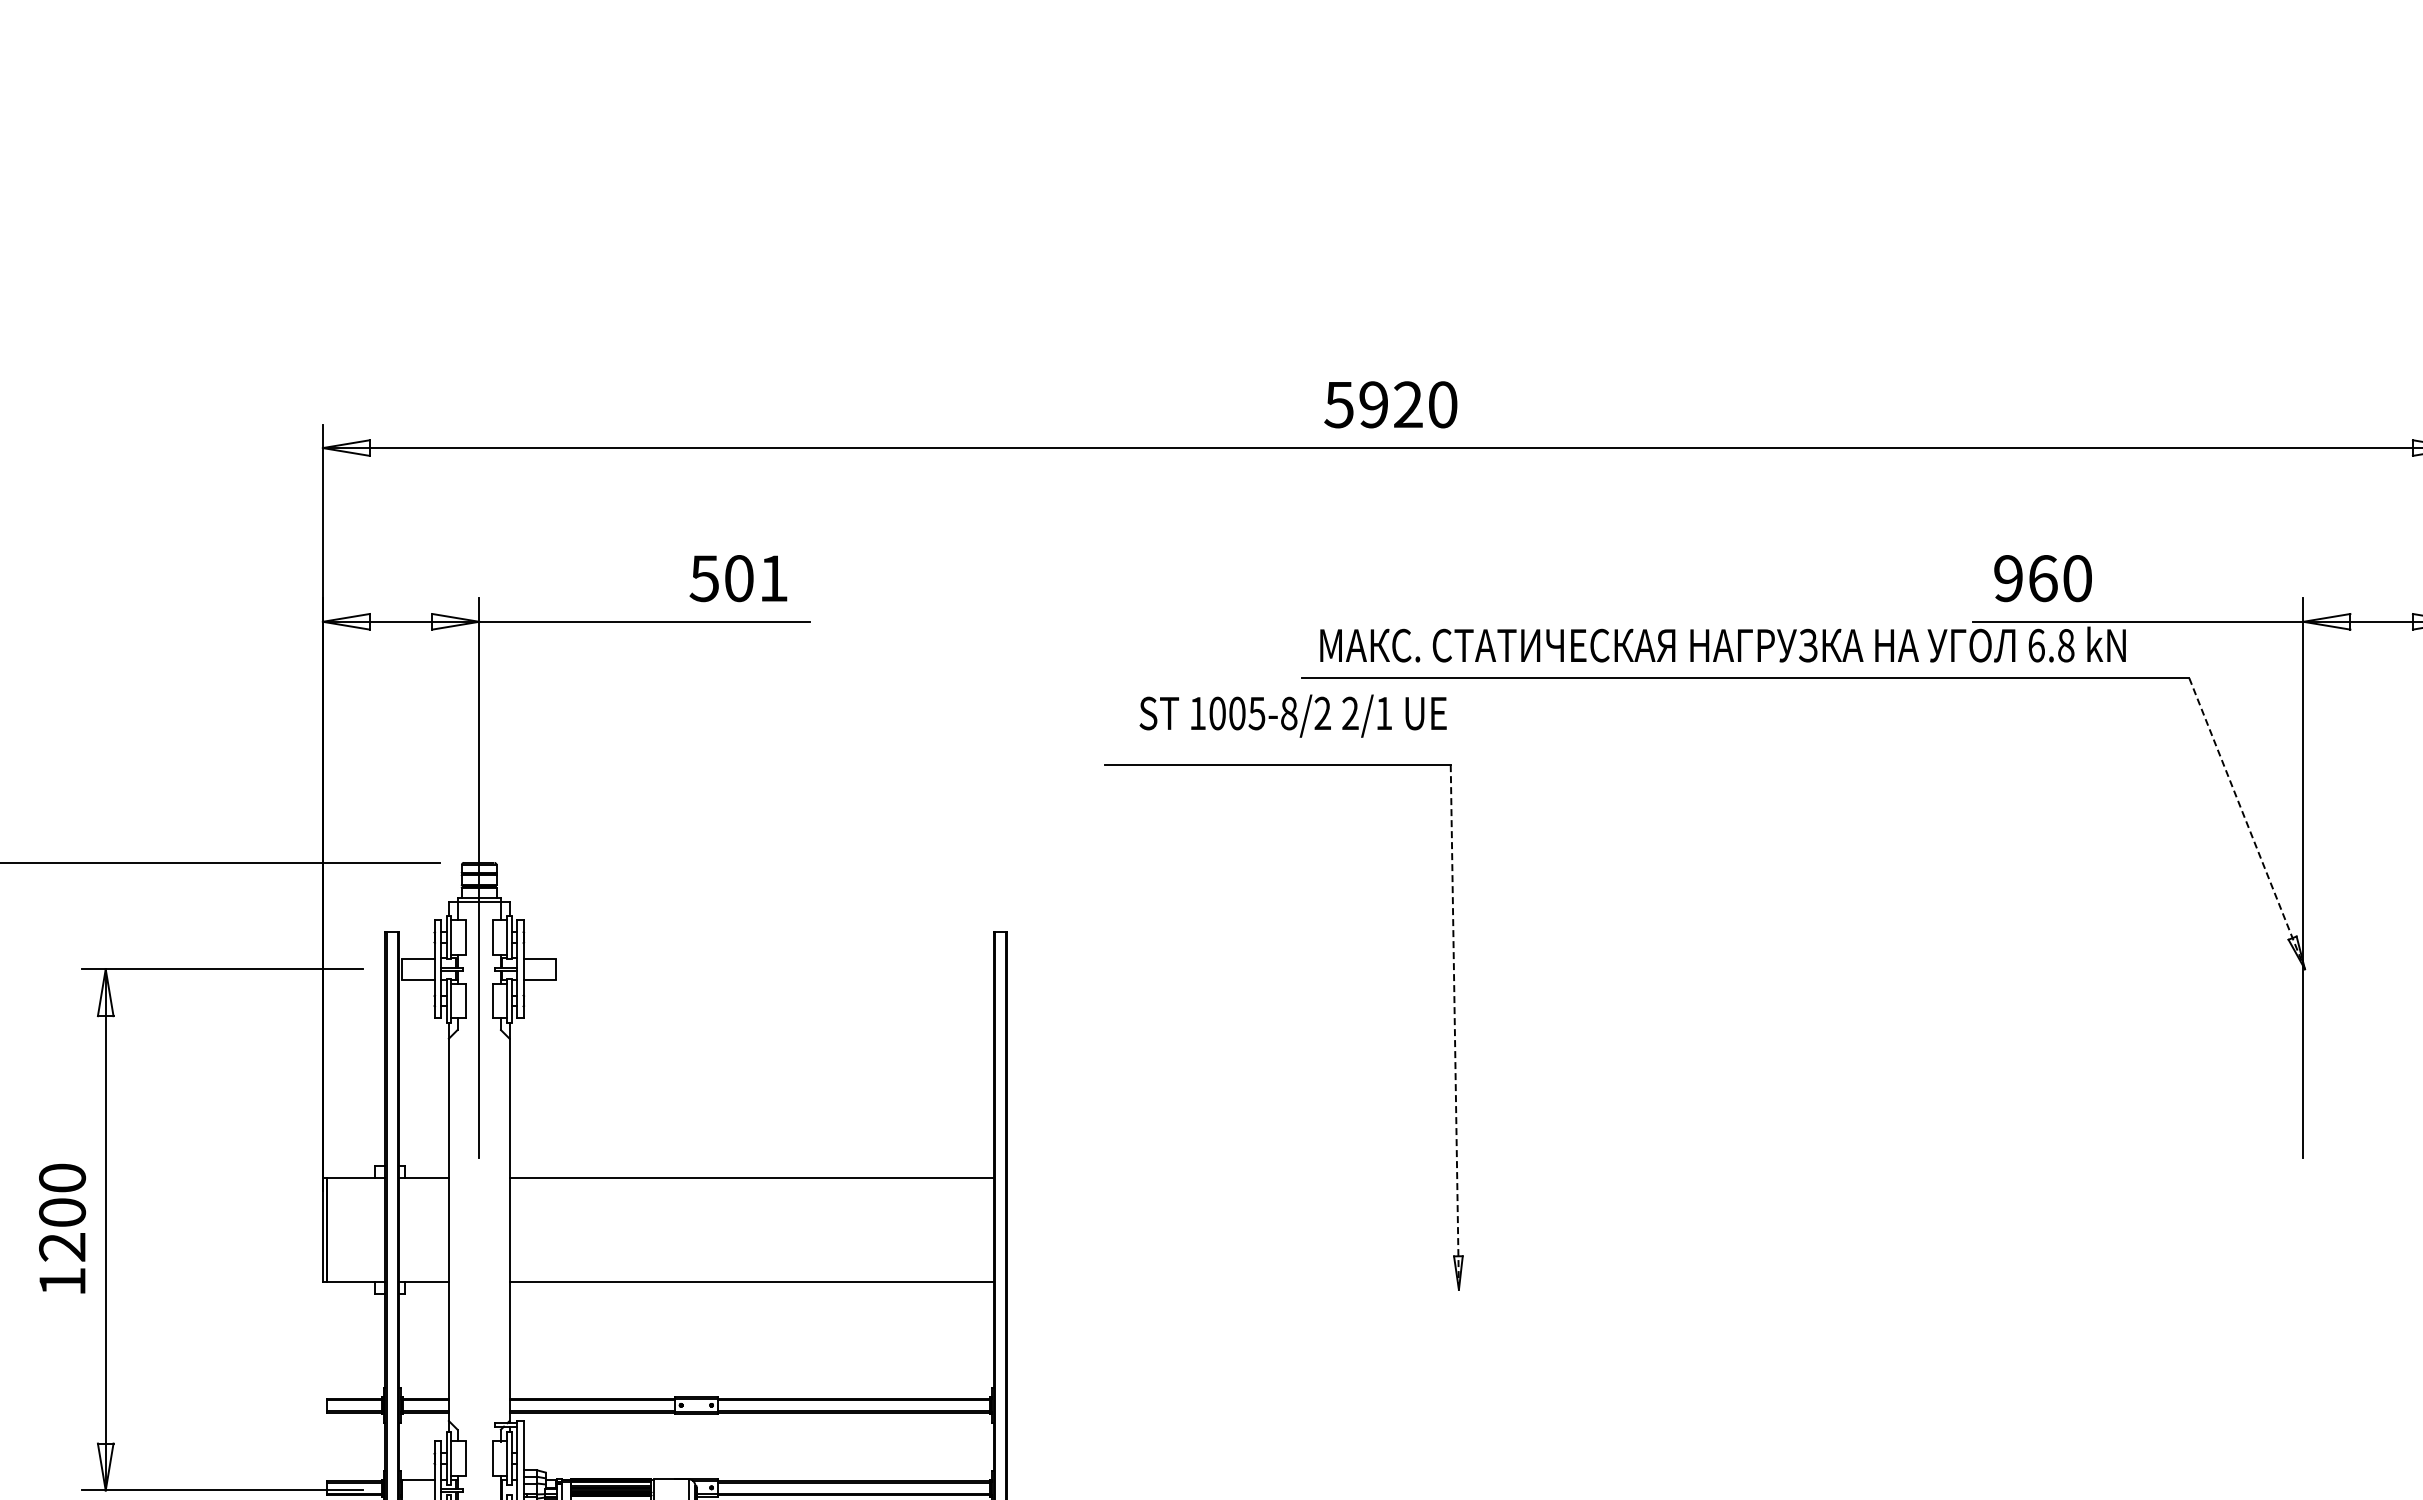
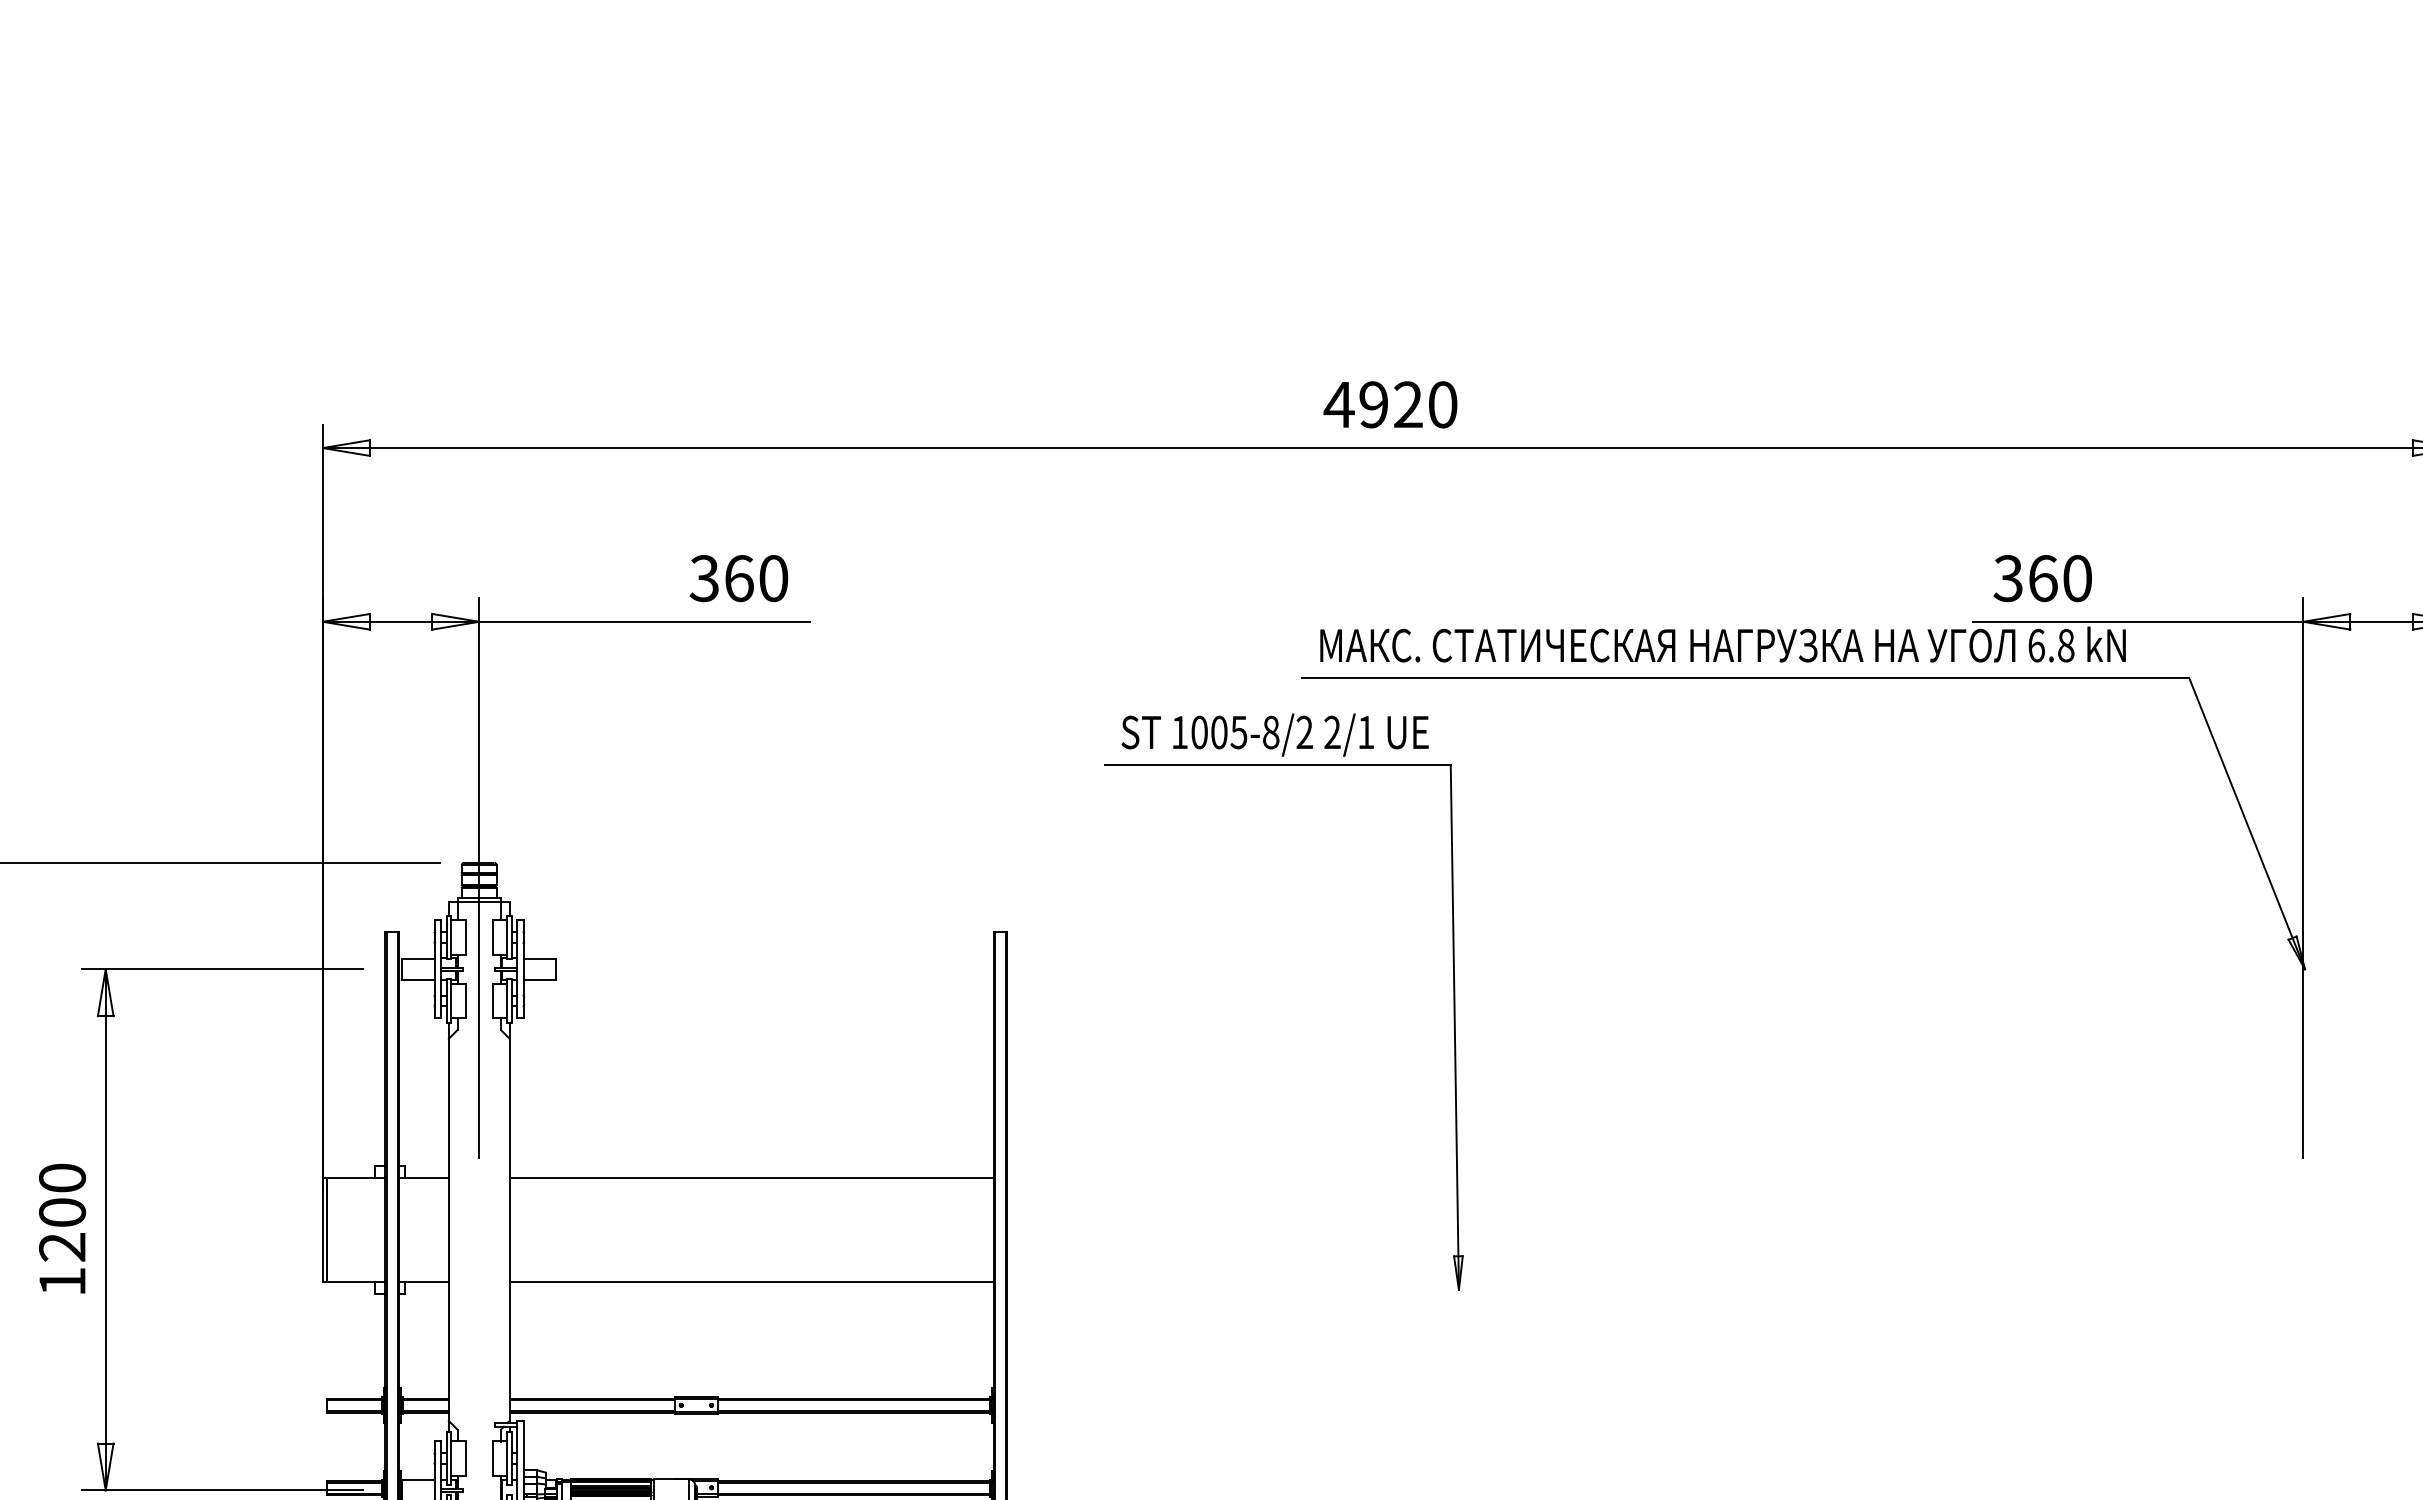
text at (1338, 405): 5920 -> 4920
text at (738, 578): 501 -> 360
text at (2007, 578): 960 -> 360
text at (1292, 715) position: (1292, 715) -> (1274, 734)
line at (2247, 823): dashed -> solid
line at (1454, 1027): dashed -> solid
